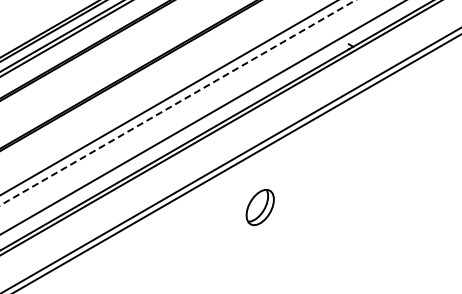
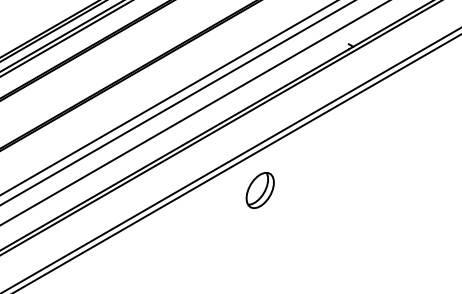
line at (178, 102): dashed -> solid
line at (202, 117) position: (202, 117) -> (194, 113)
part at (259, 207) position: (259, 207) -> (259, 190)
